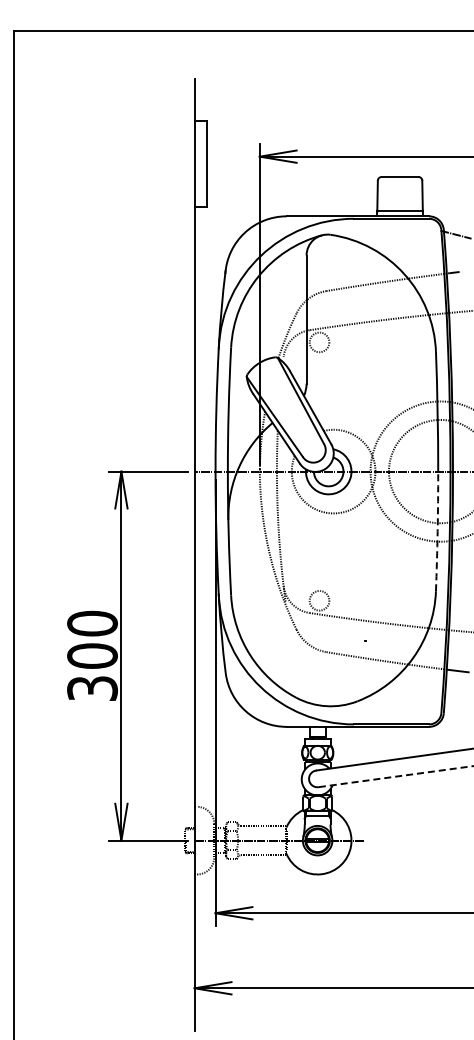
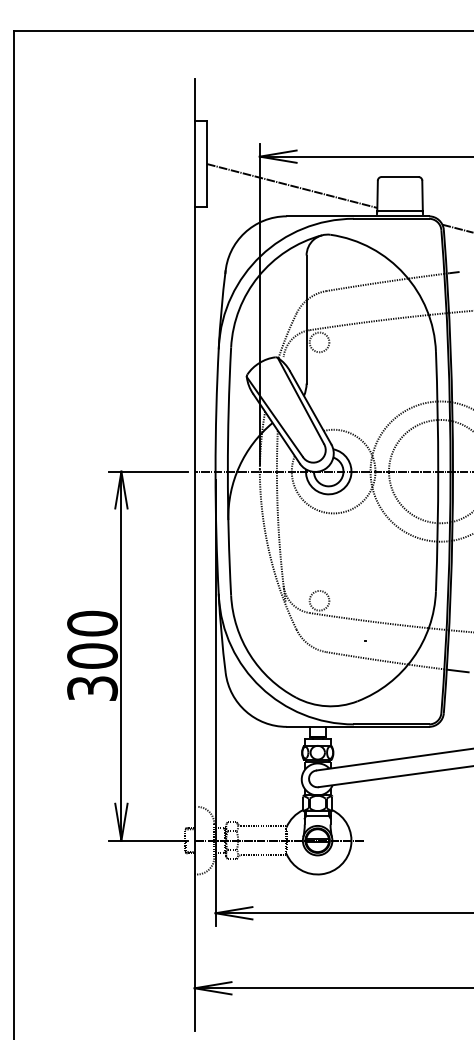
line at (292, 185): none -> present
line at (455, 234) position: (455, 234) -> (456, 227)
arc at (437, 531): dashed -> solid
line at (396, 776): dashed -> solid
